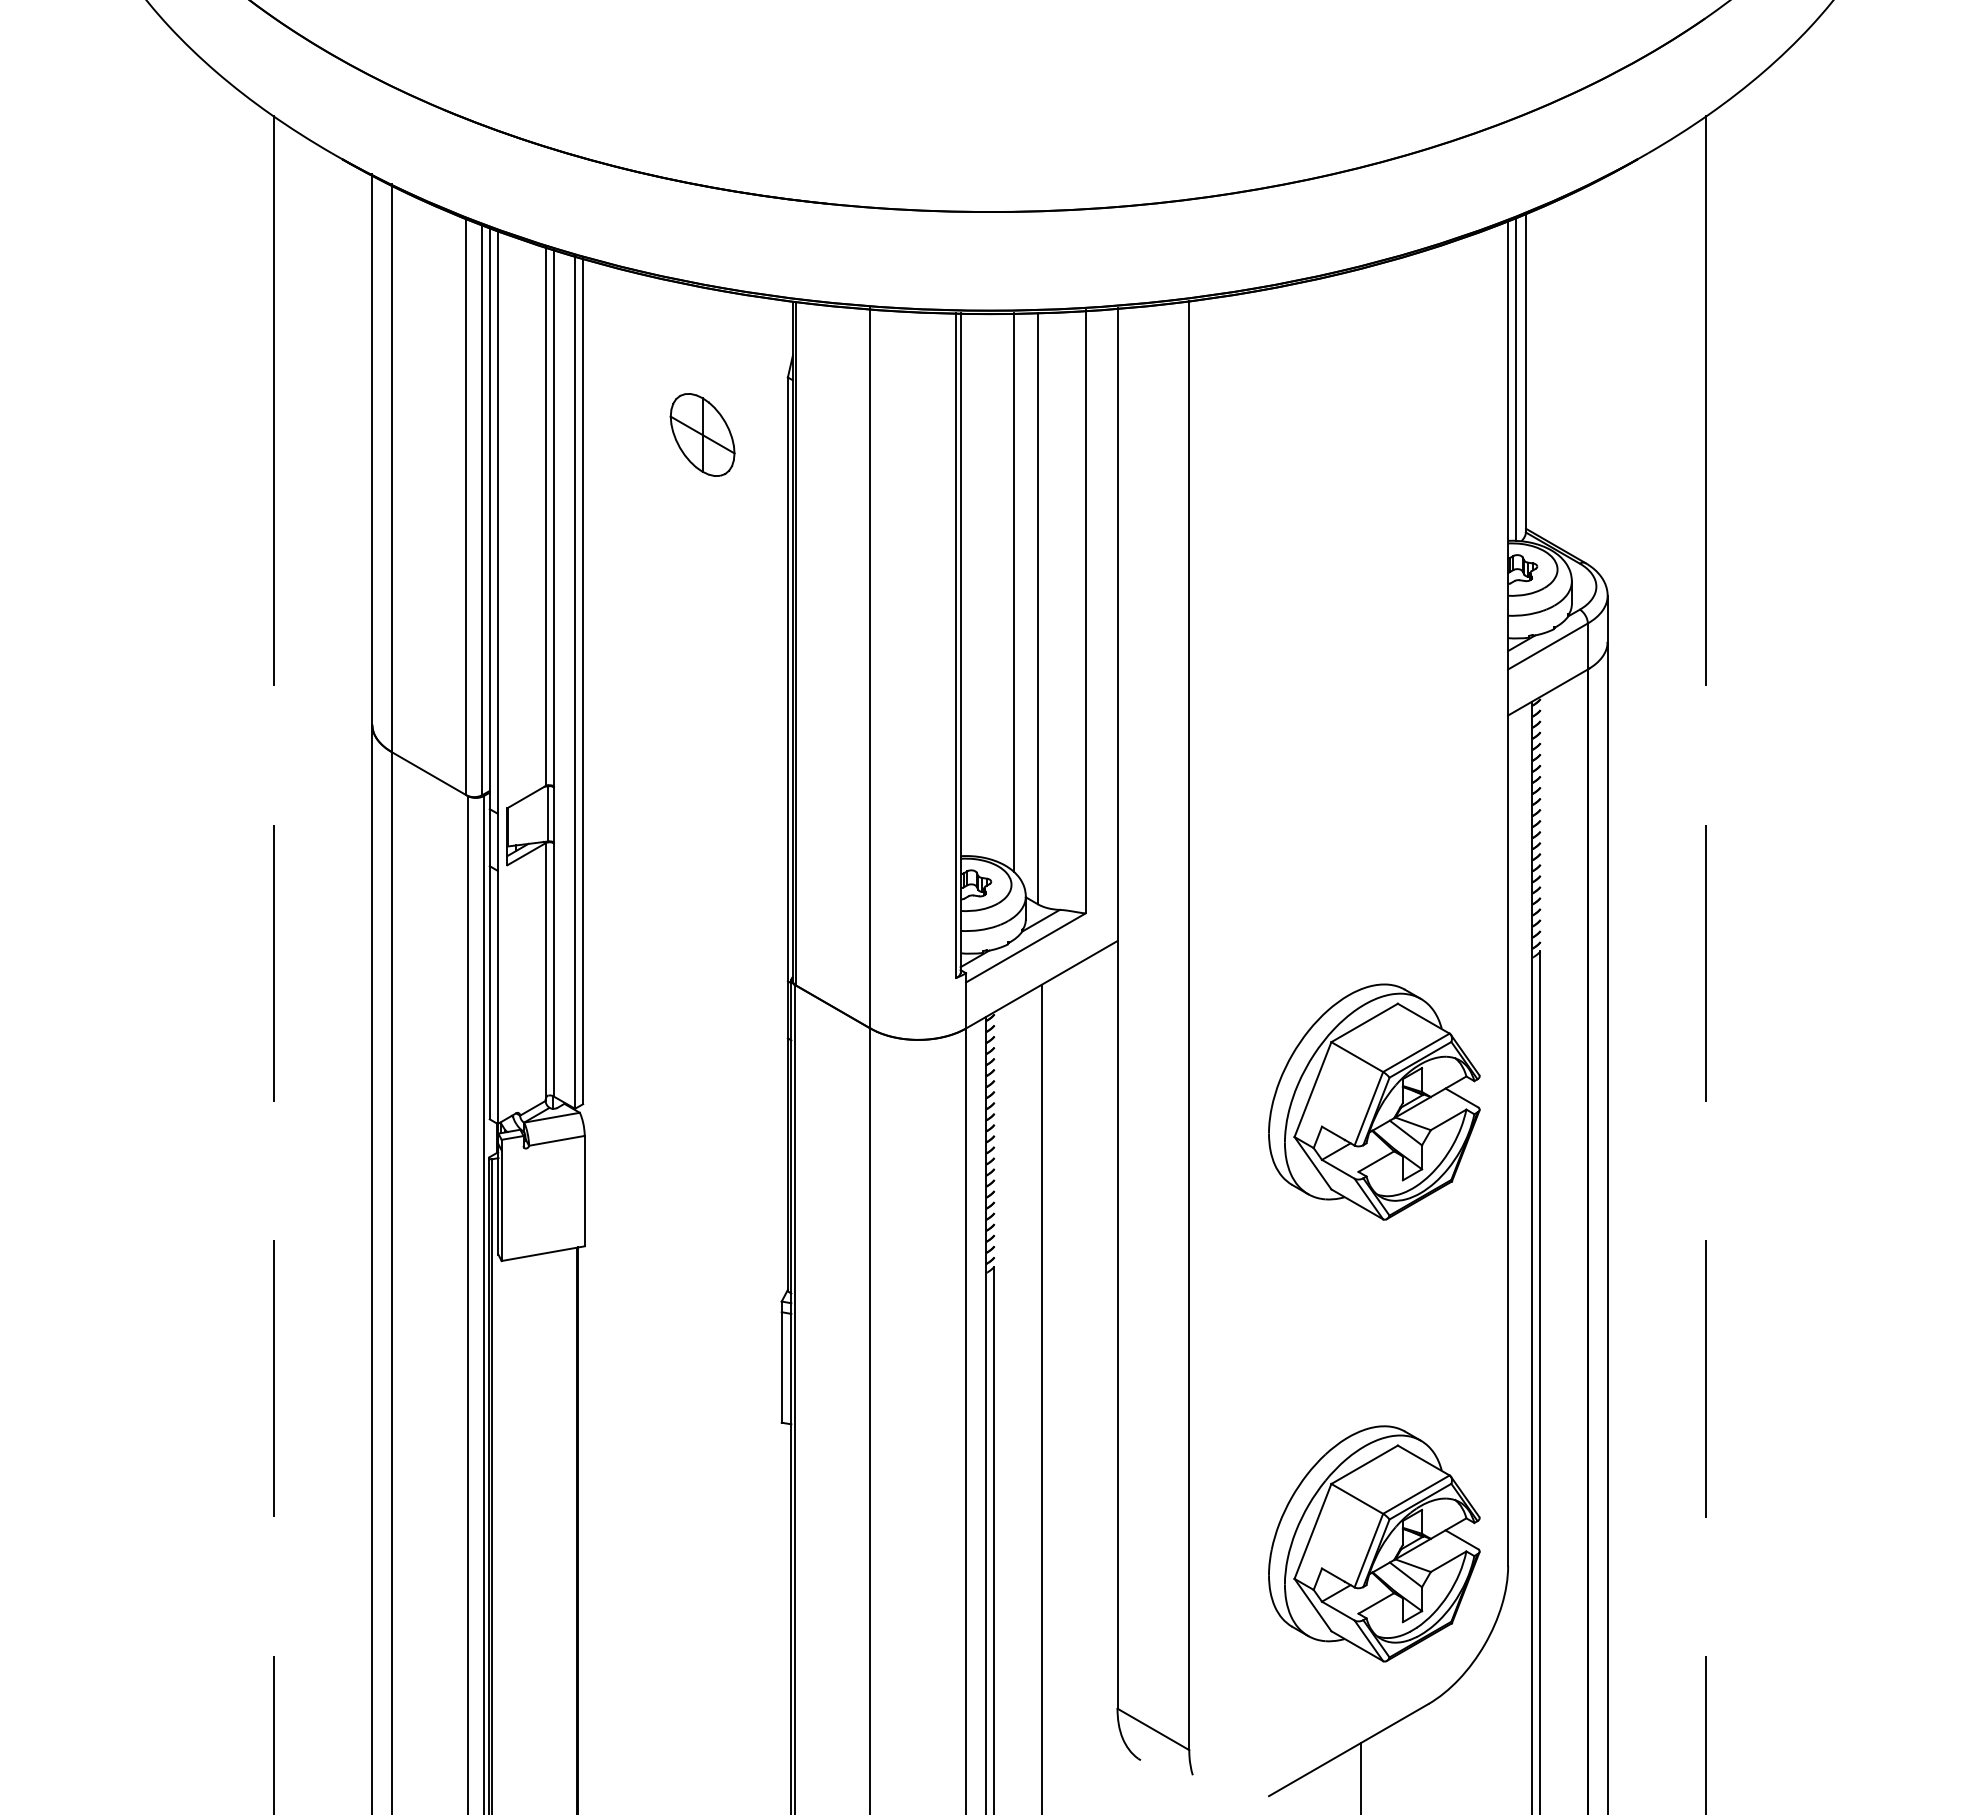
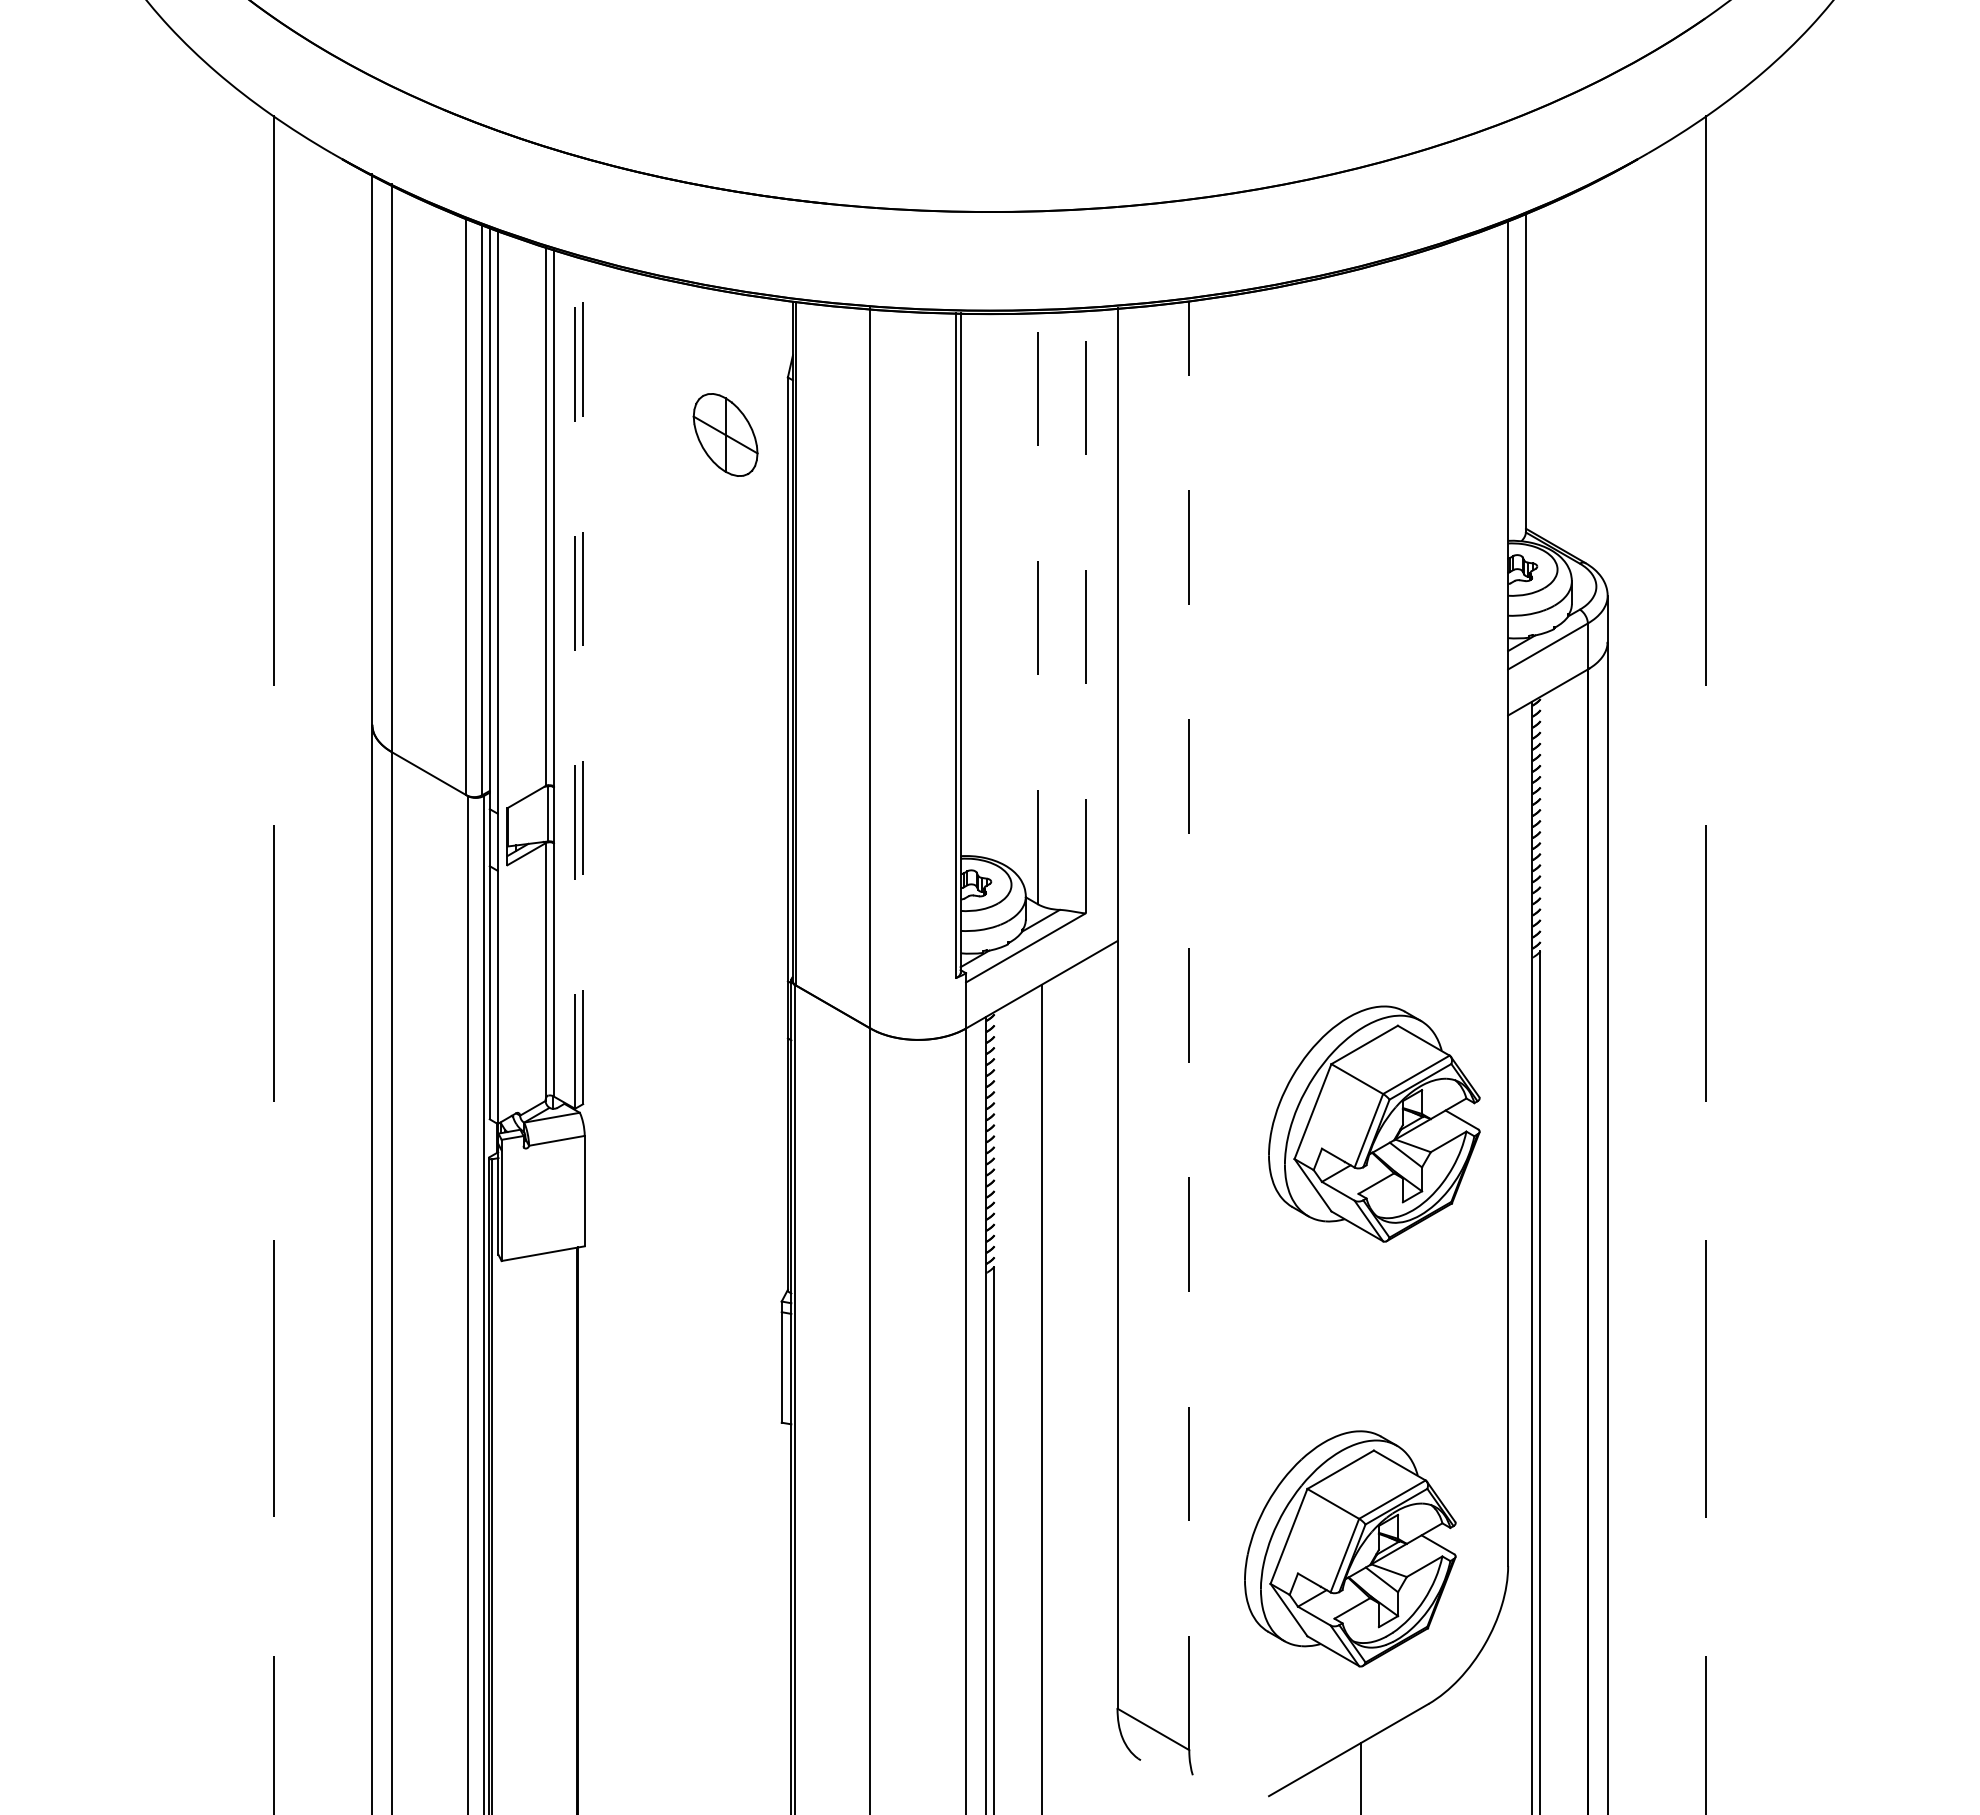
line at (1516, 379): present -> none
part at (702, 434) position: (702, 434) -> (725, 434)
line at (1013, 592): present -> none
line at (1037, 608): solid -> dashed
line at (1085, 611): solid -> dashed
line at (583, 680): solid -> dashed
line at (575, 681): solid -> dashed
line at (1189, 1025): solid -> dashed
part at (1374, 1101) position: (1374, 1101) -> (1374, 1123)
part at (1374, 1543) position: (1374, 1543) -> (1350, 1548)
